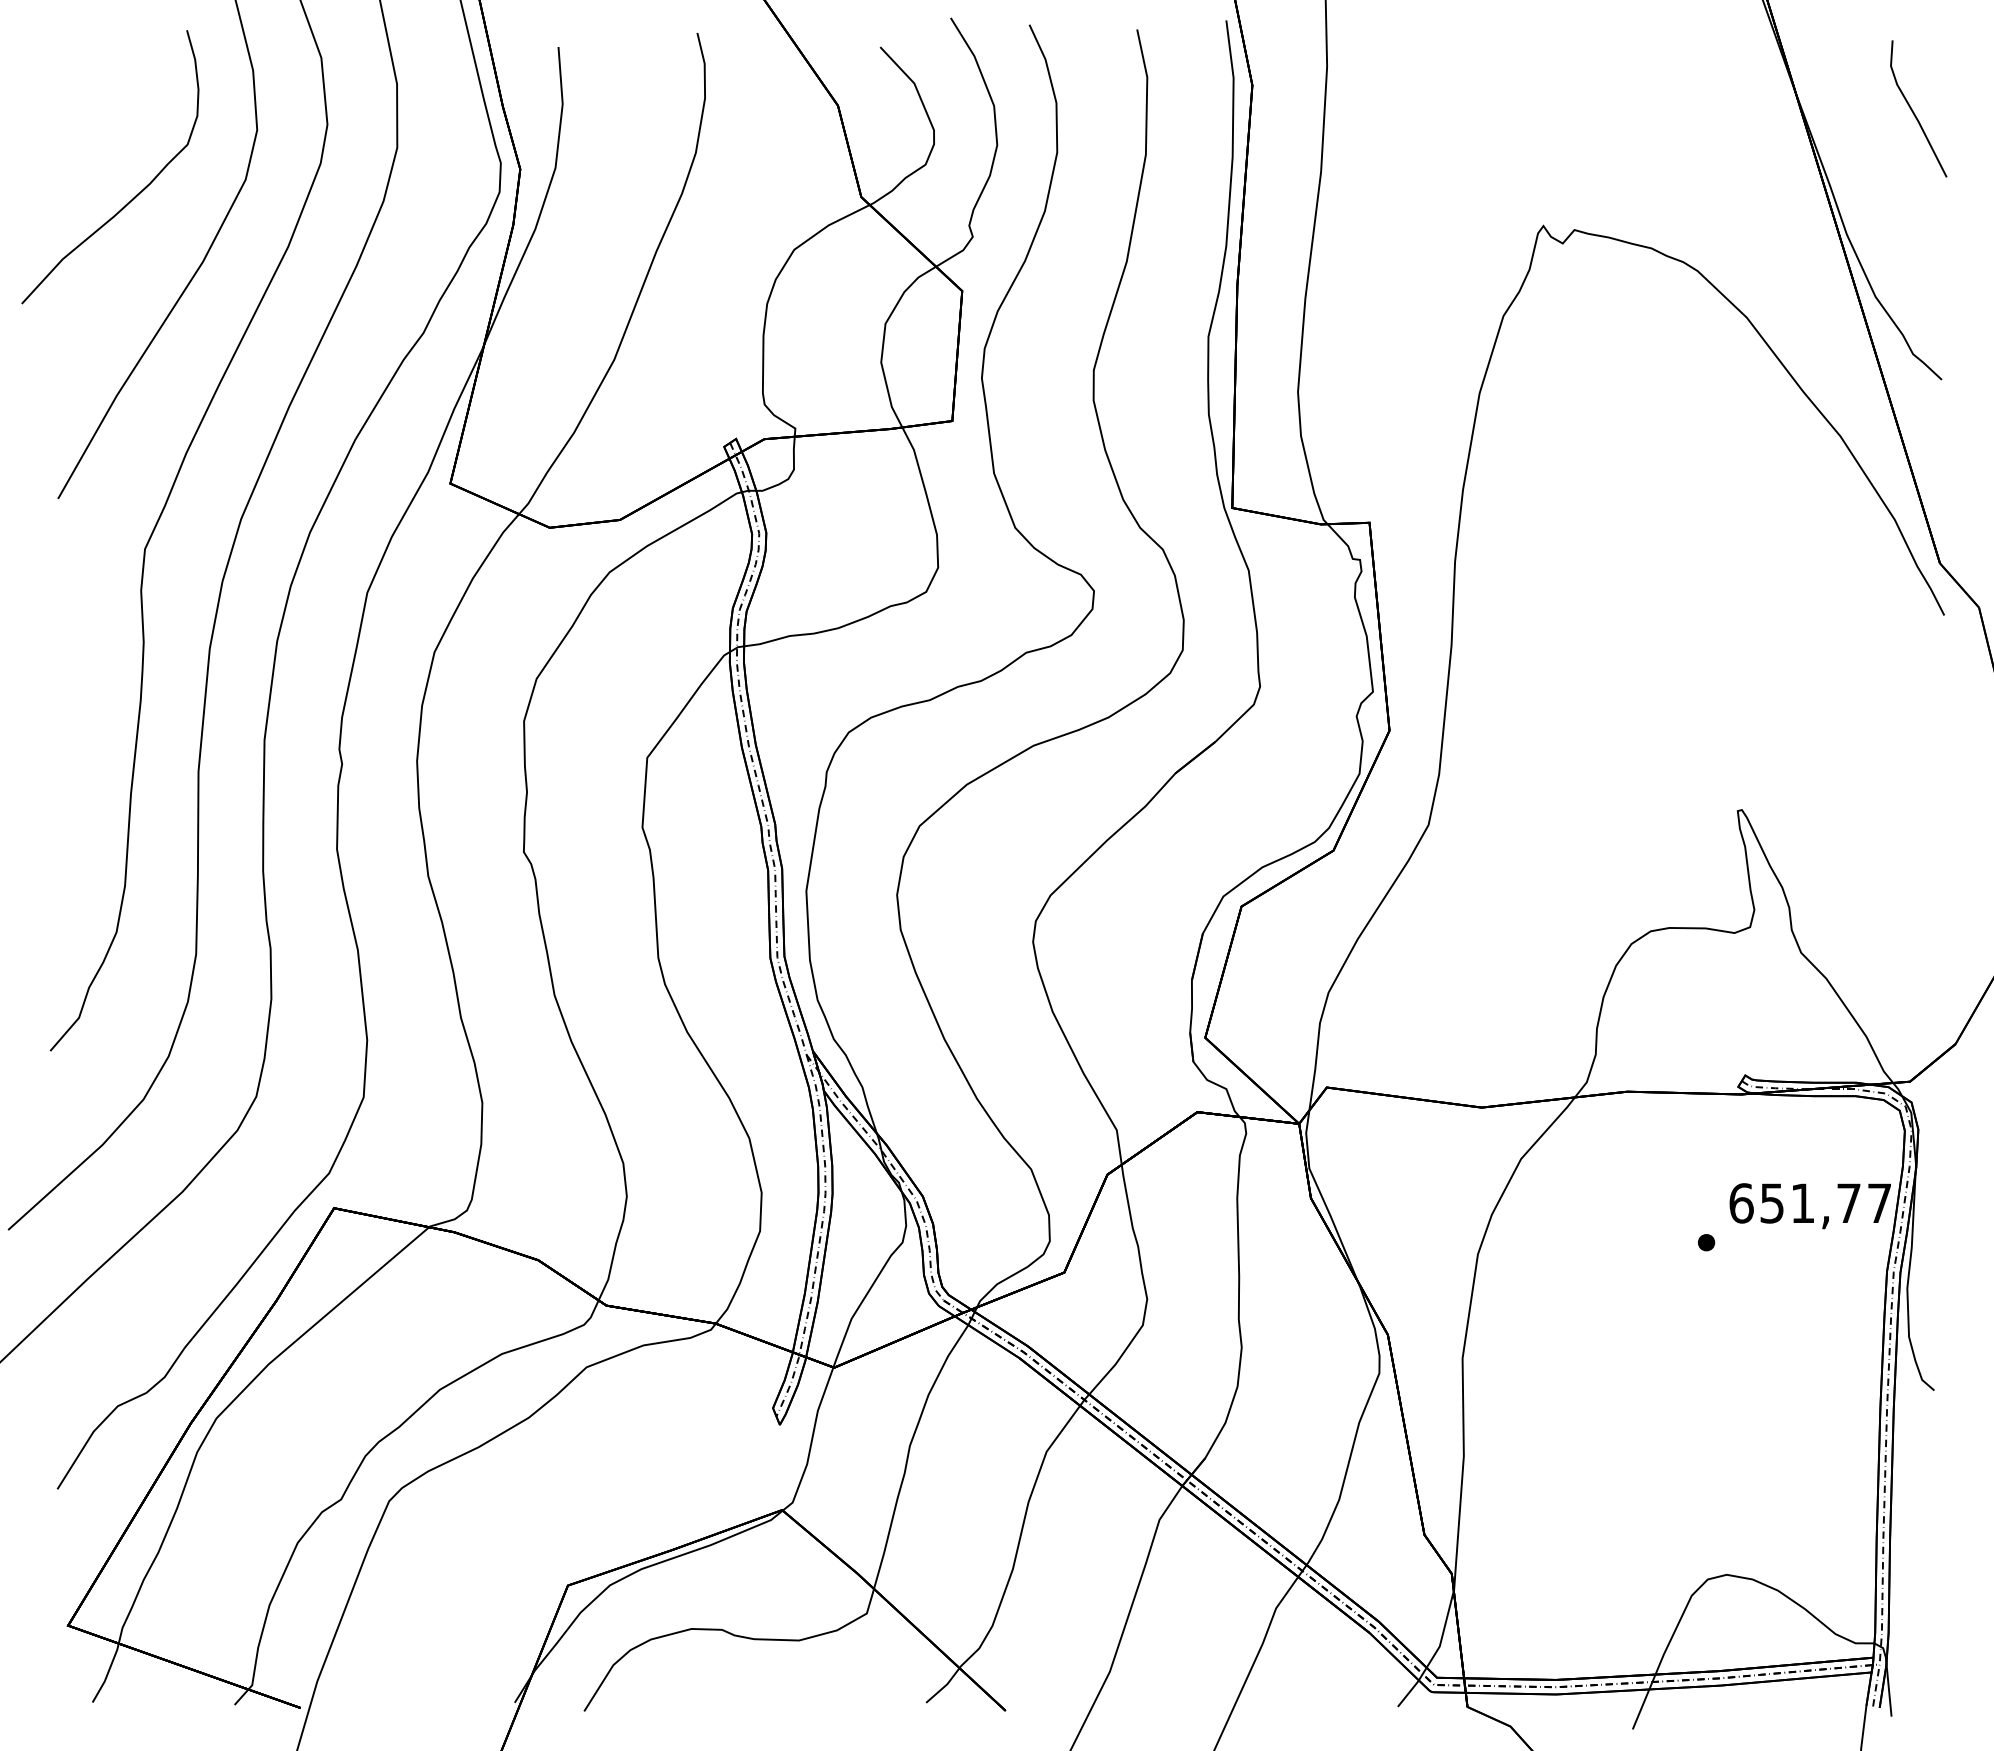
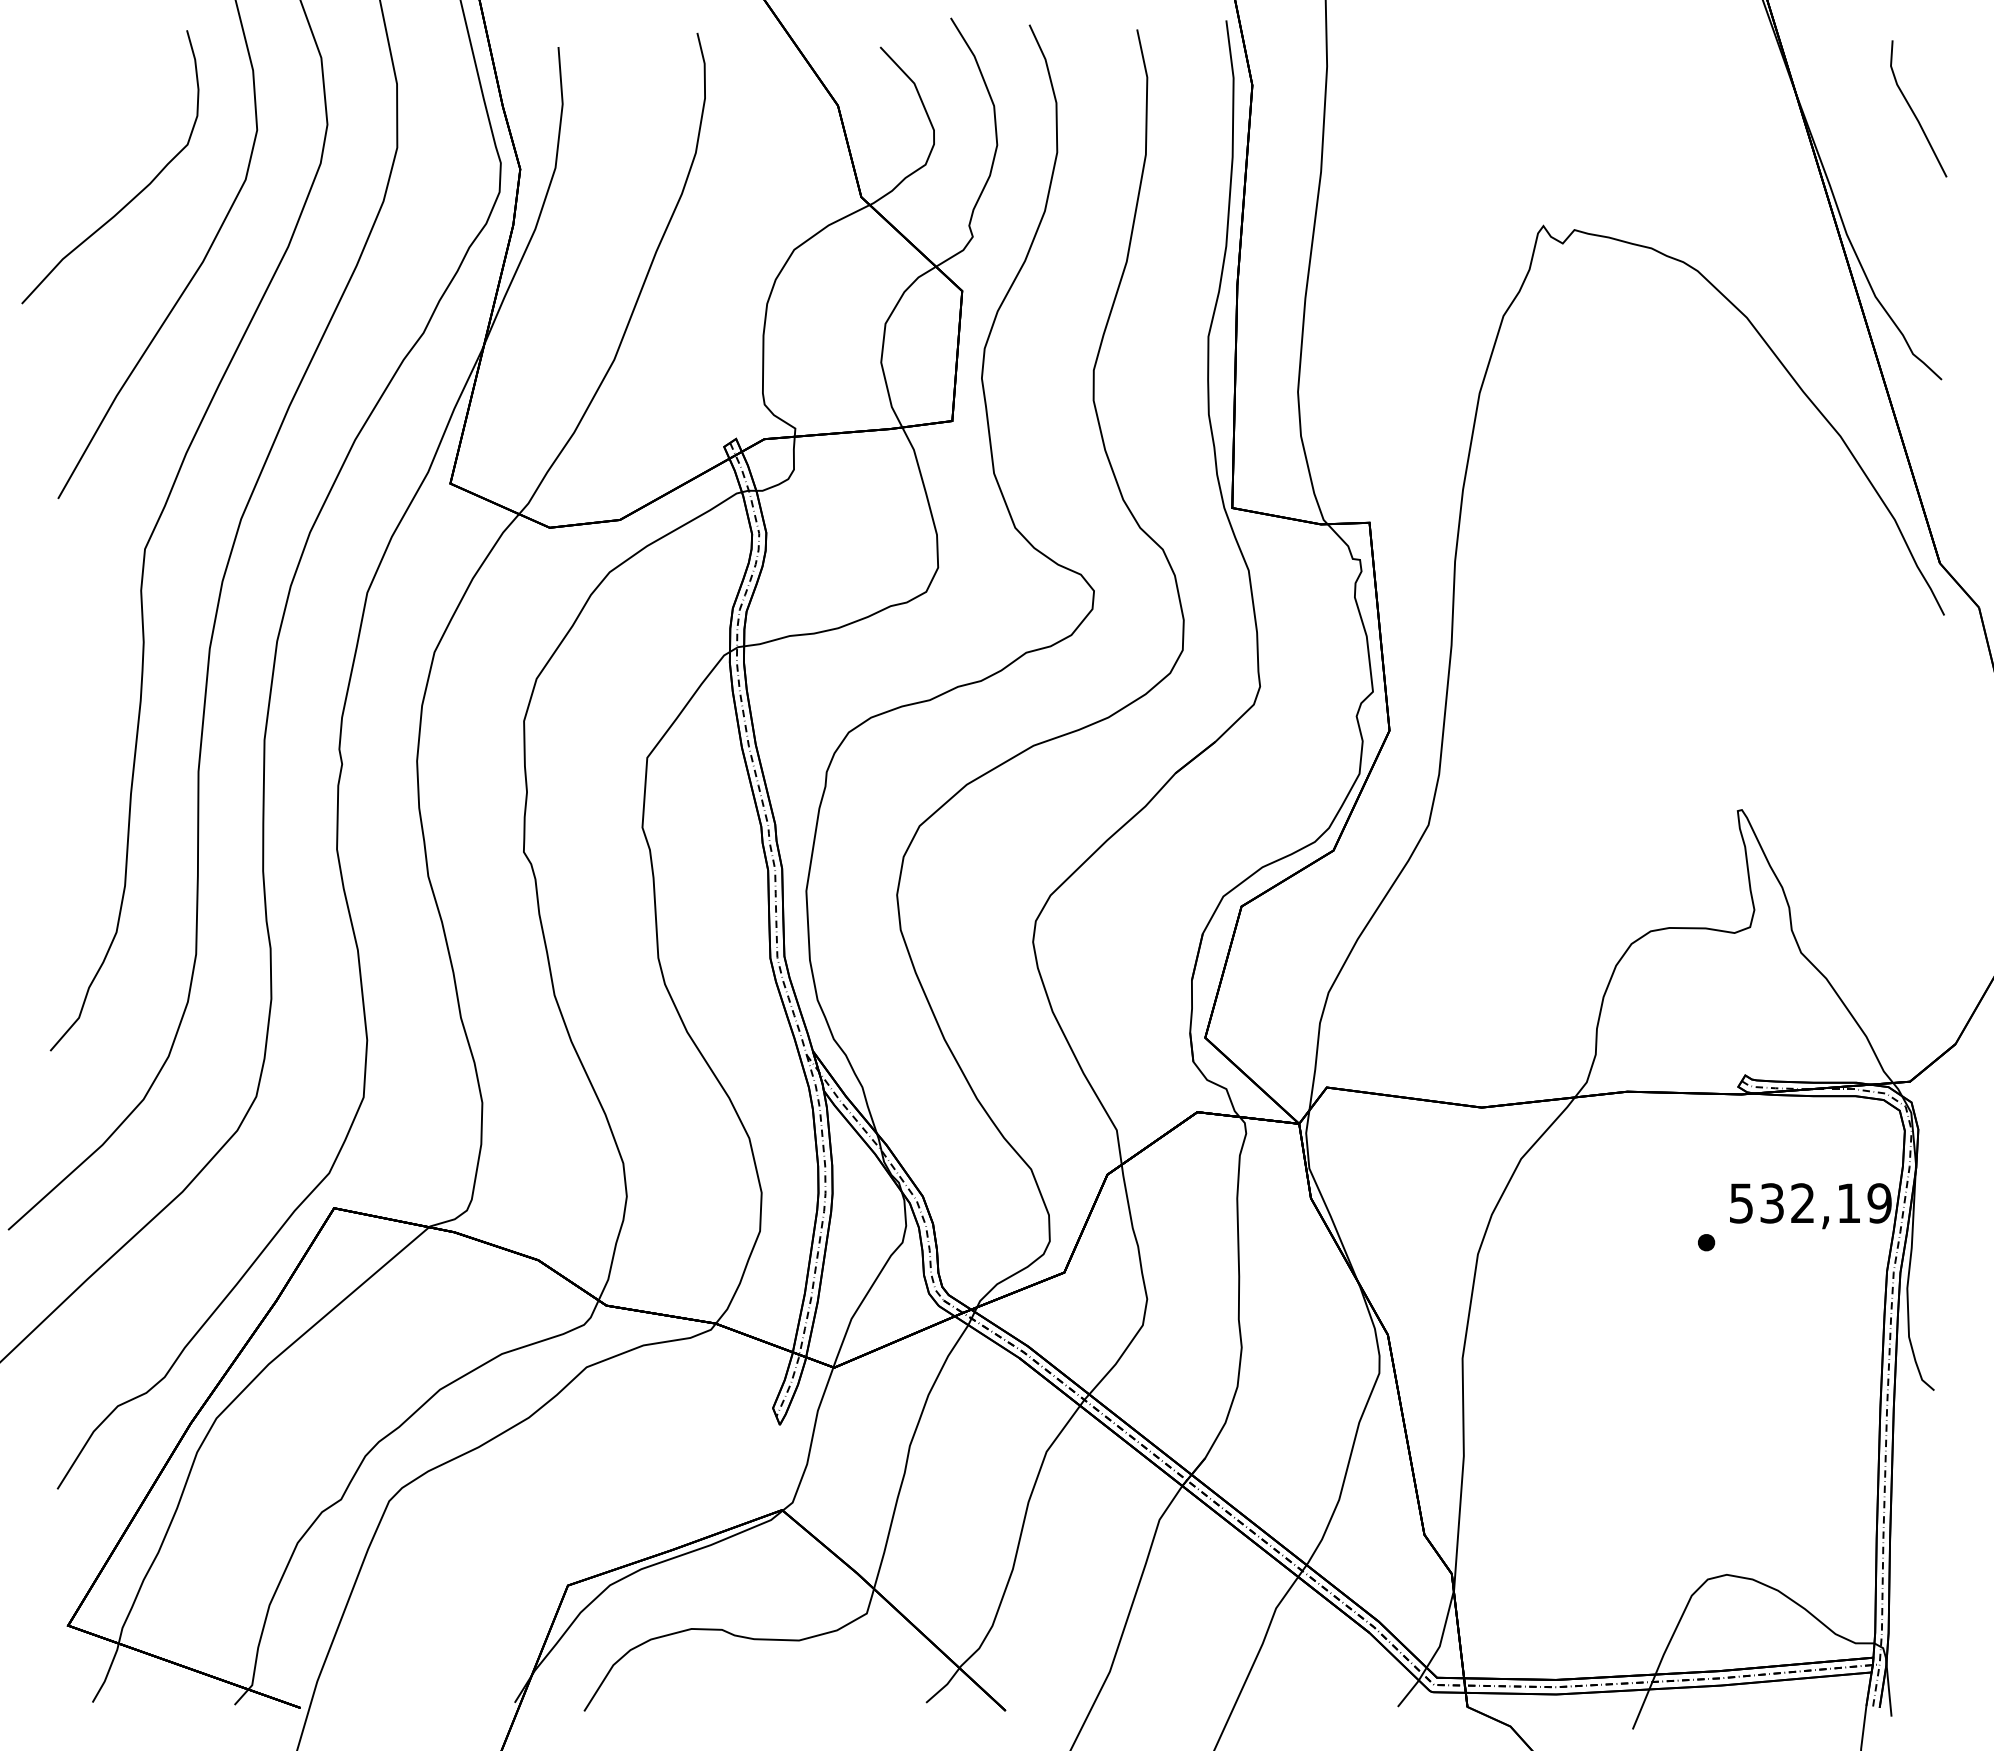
text at (1810, 1203): 651,77 -> 532,19
